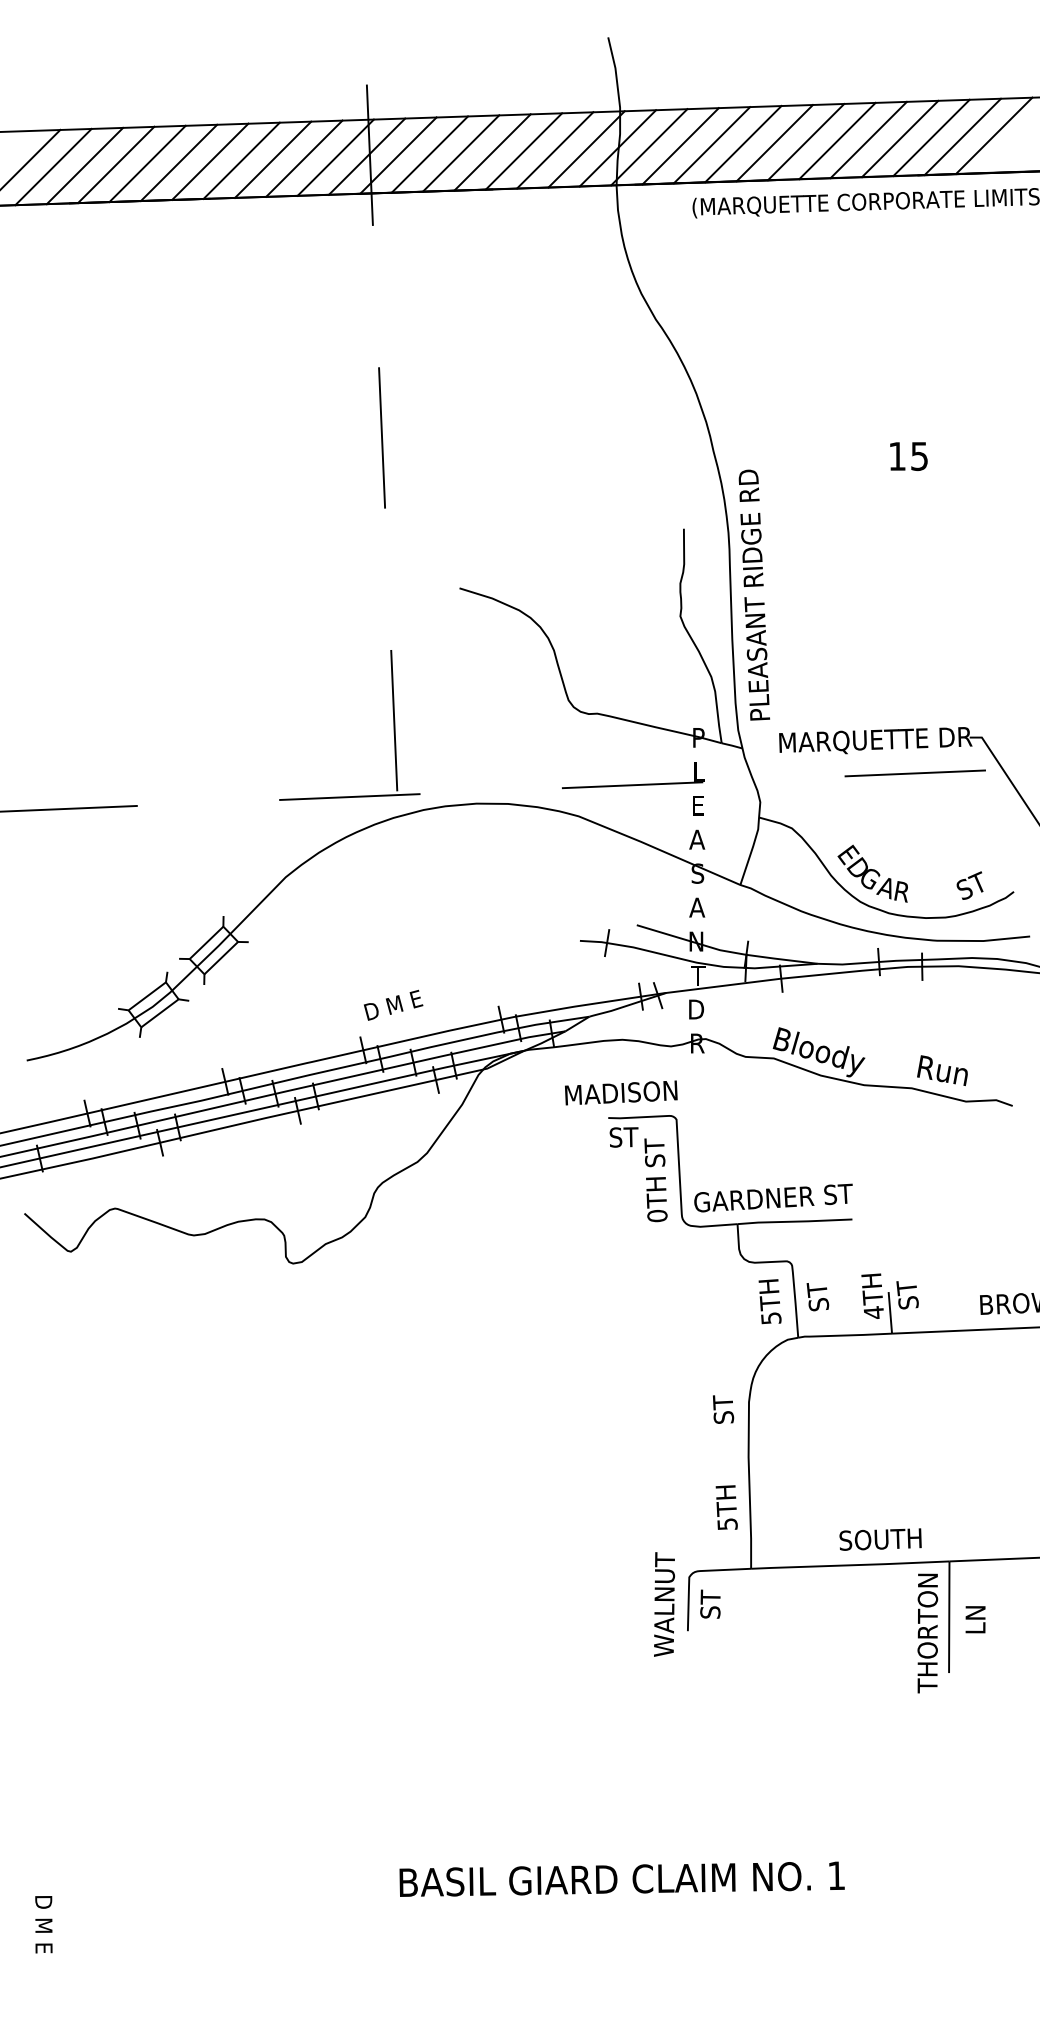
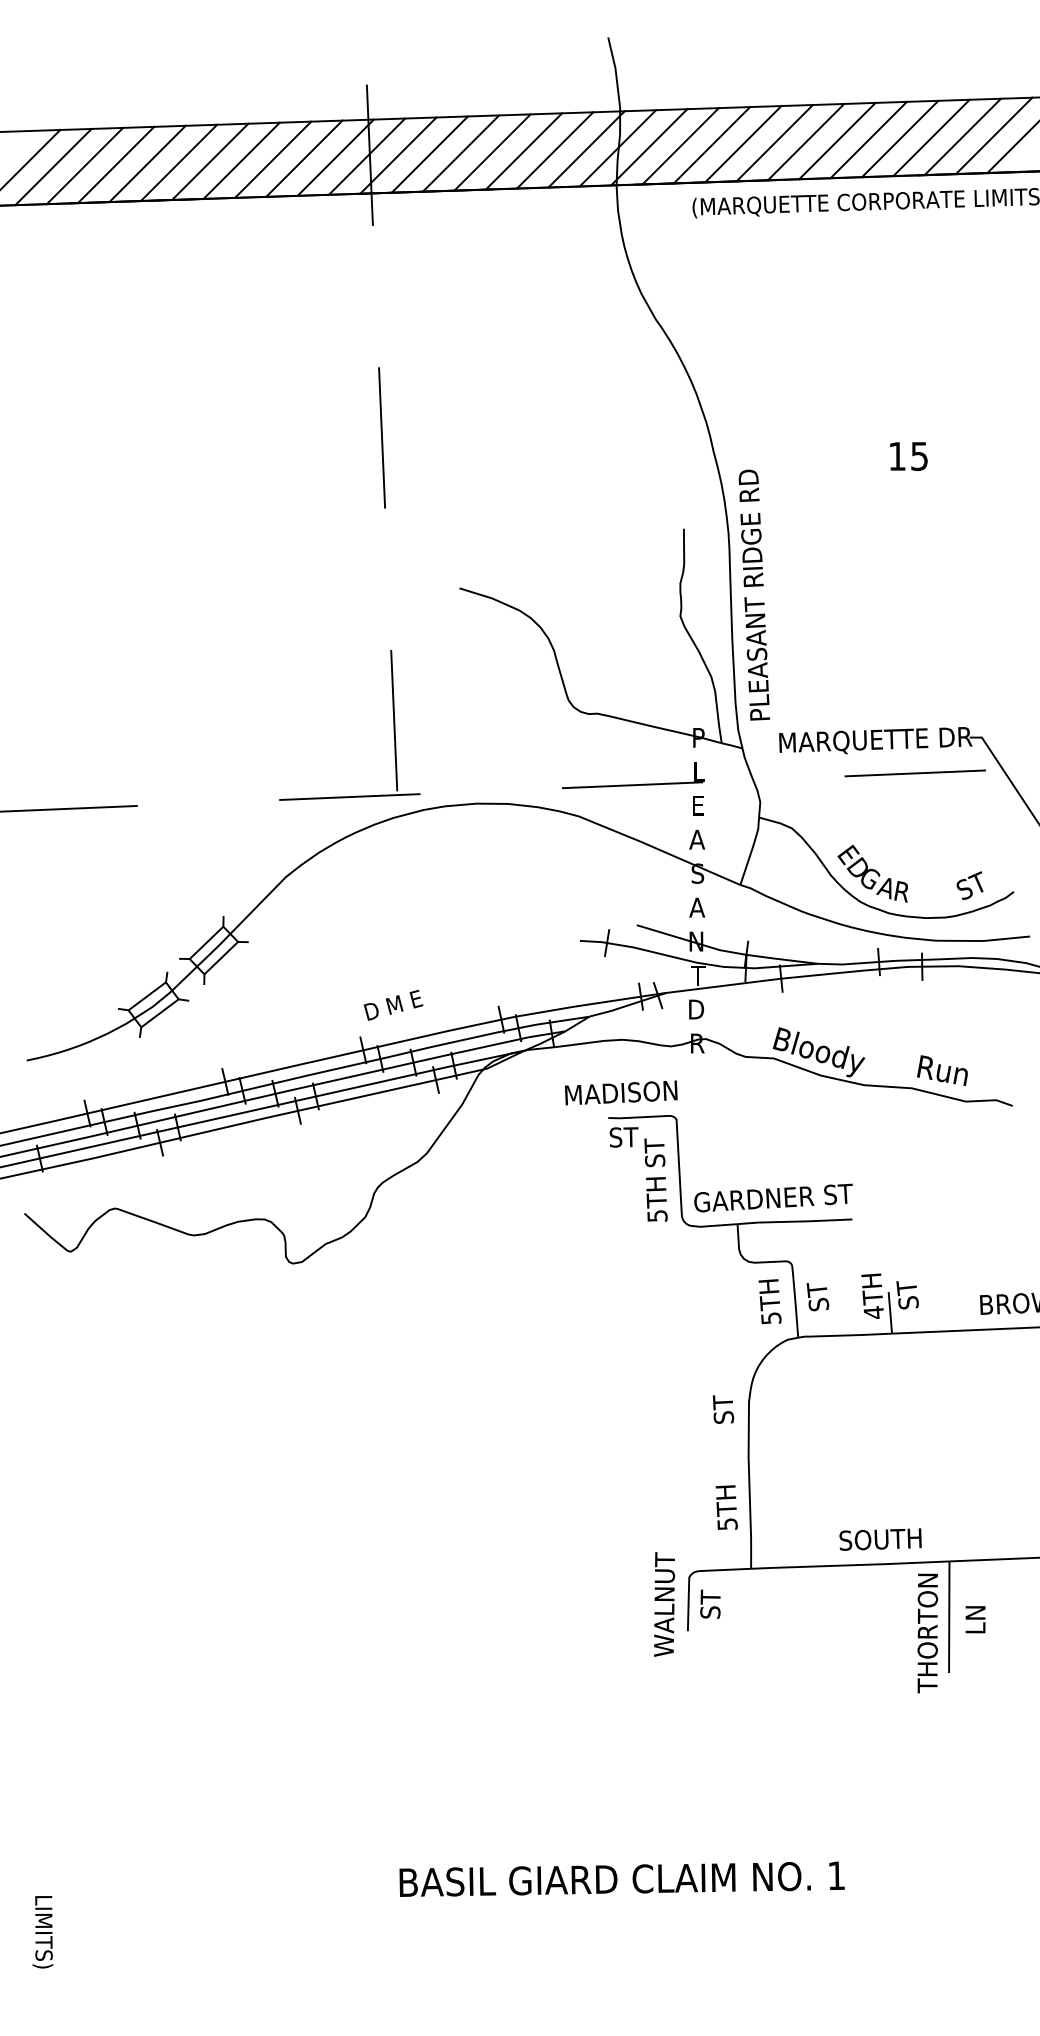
line at (1011, 147): none -> present
text at (657, 1216): 0TH -> 5TH
text at (42, 1933): D M E -> LIMITS)
